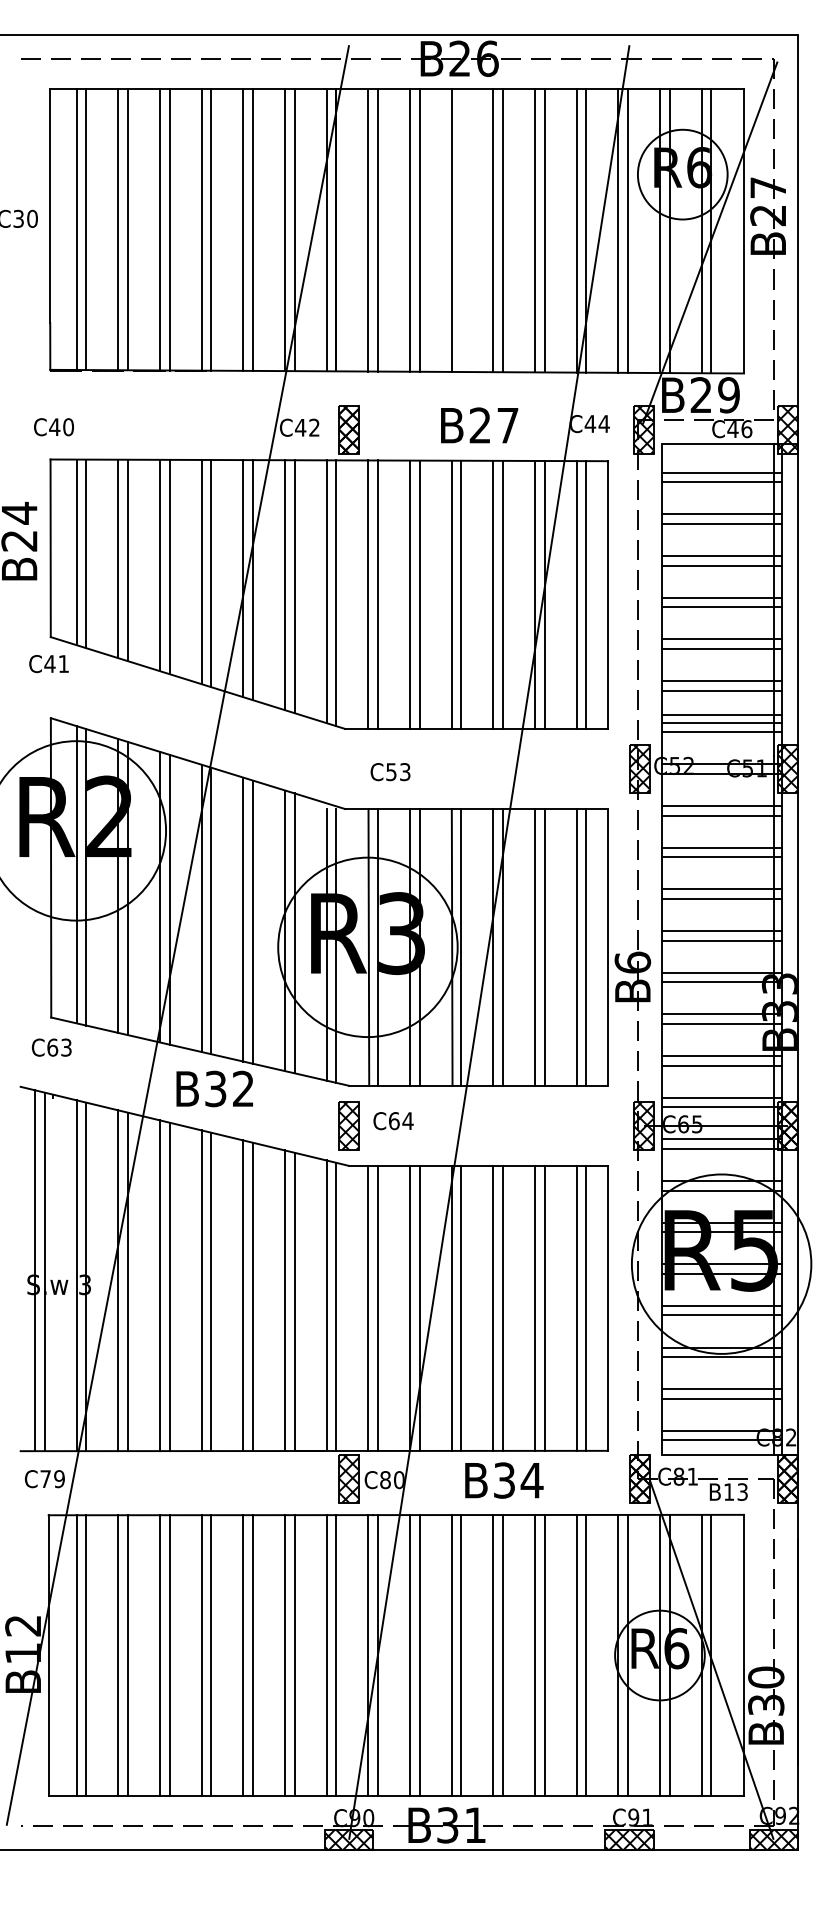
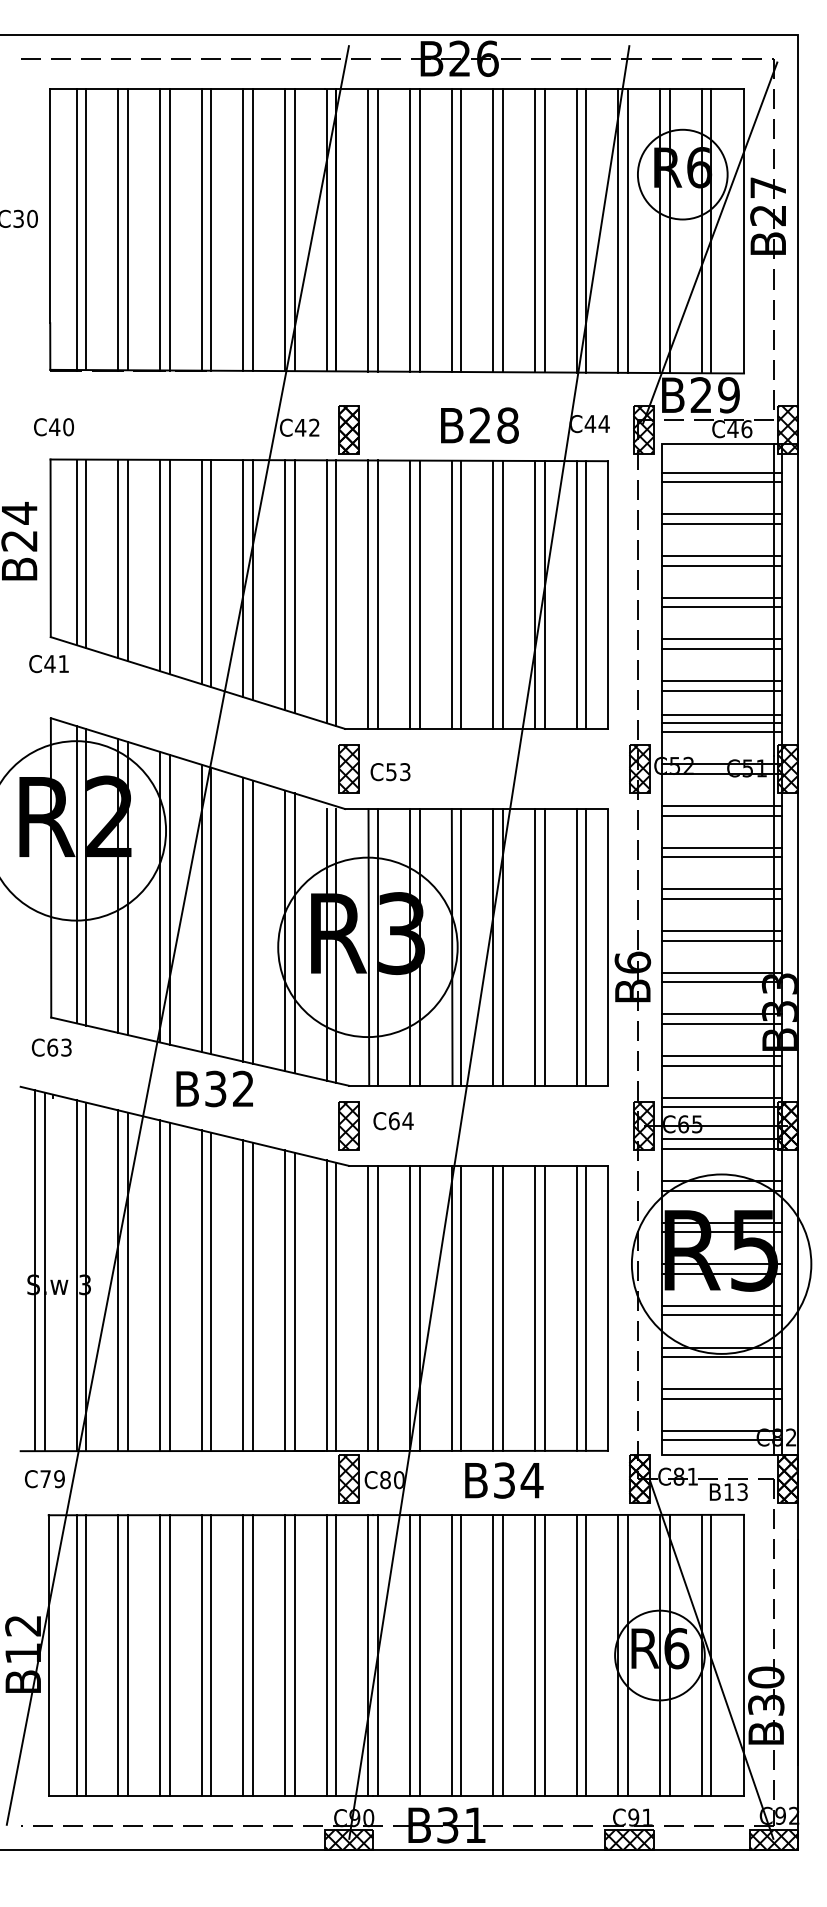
line at (461, 230): none -> present
text at (507, 425): B27 -> B28
part at (348, 768): none -> present
